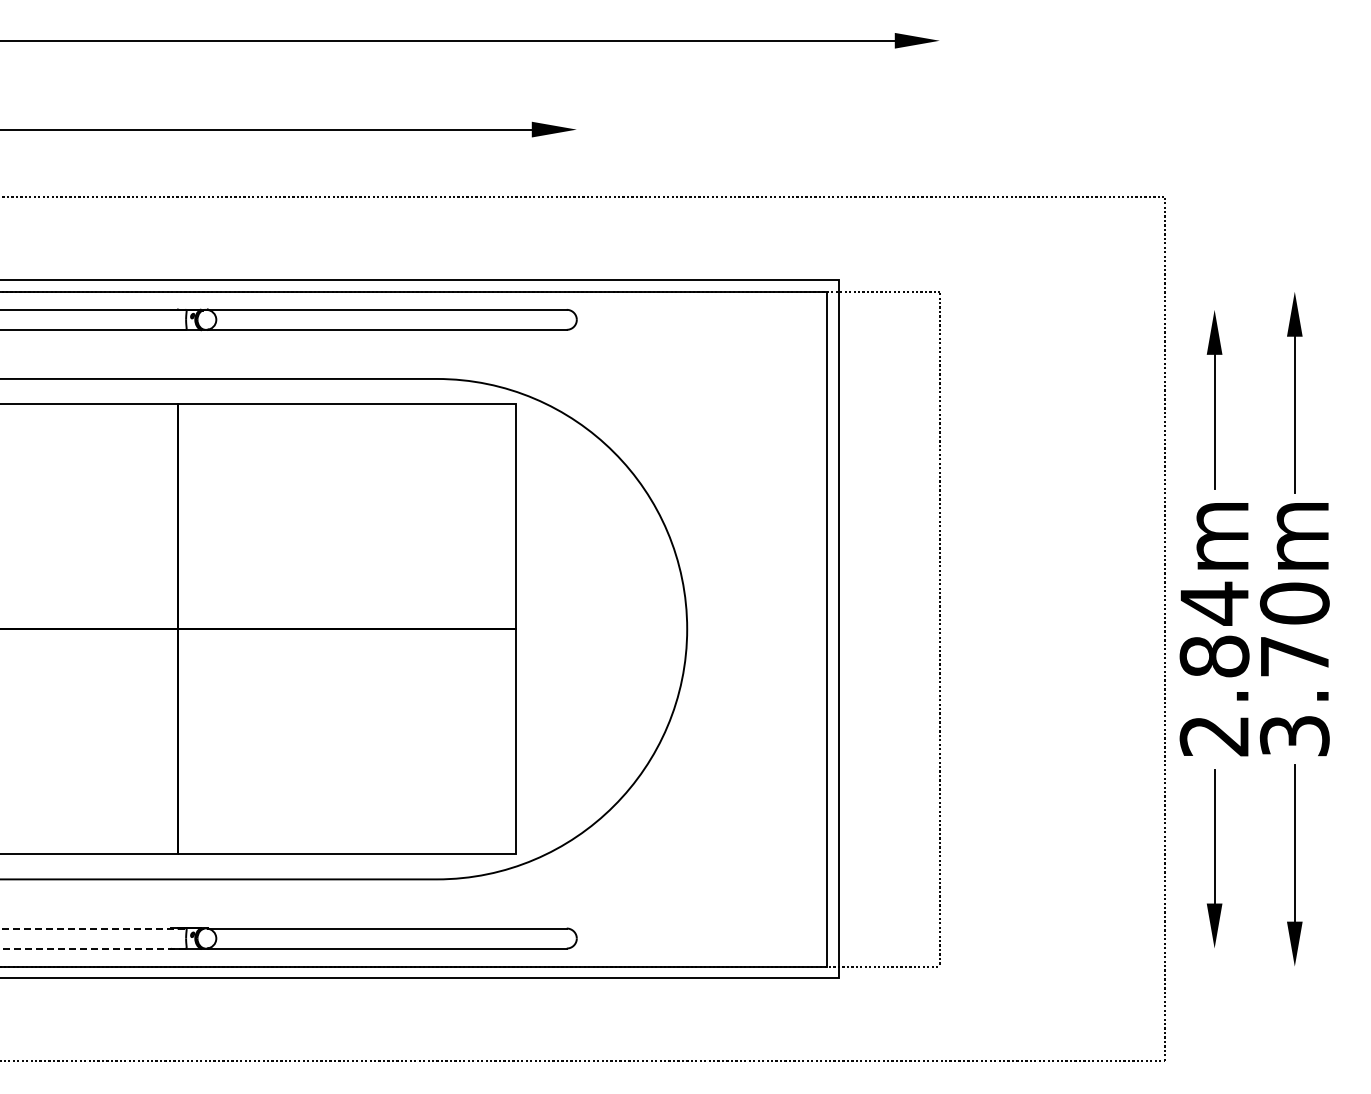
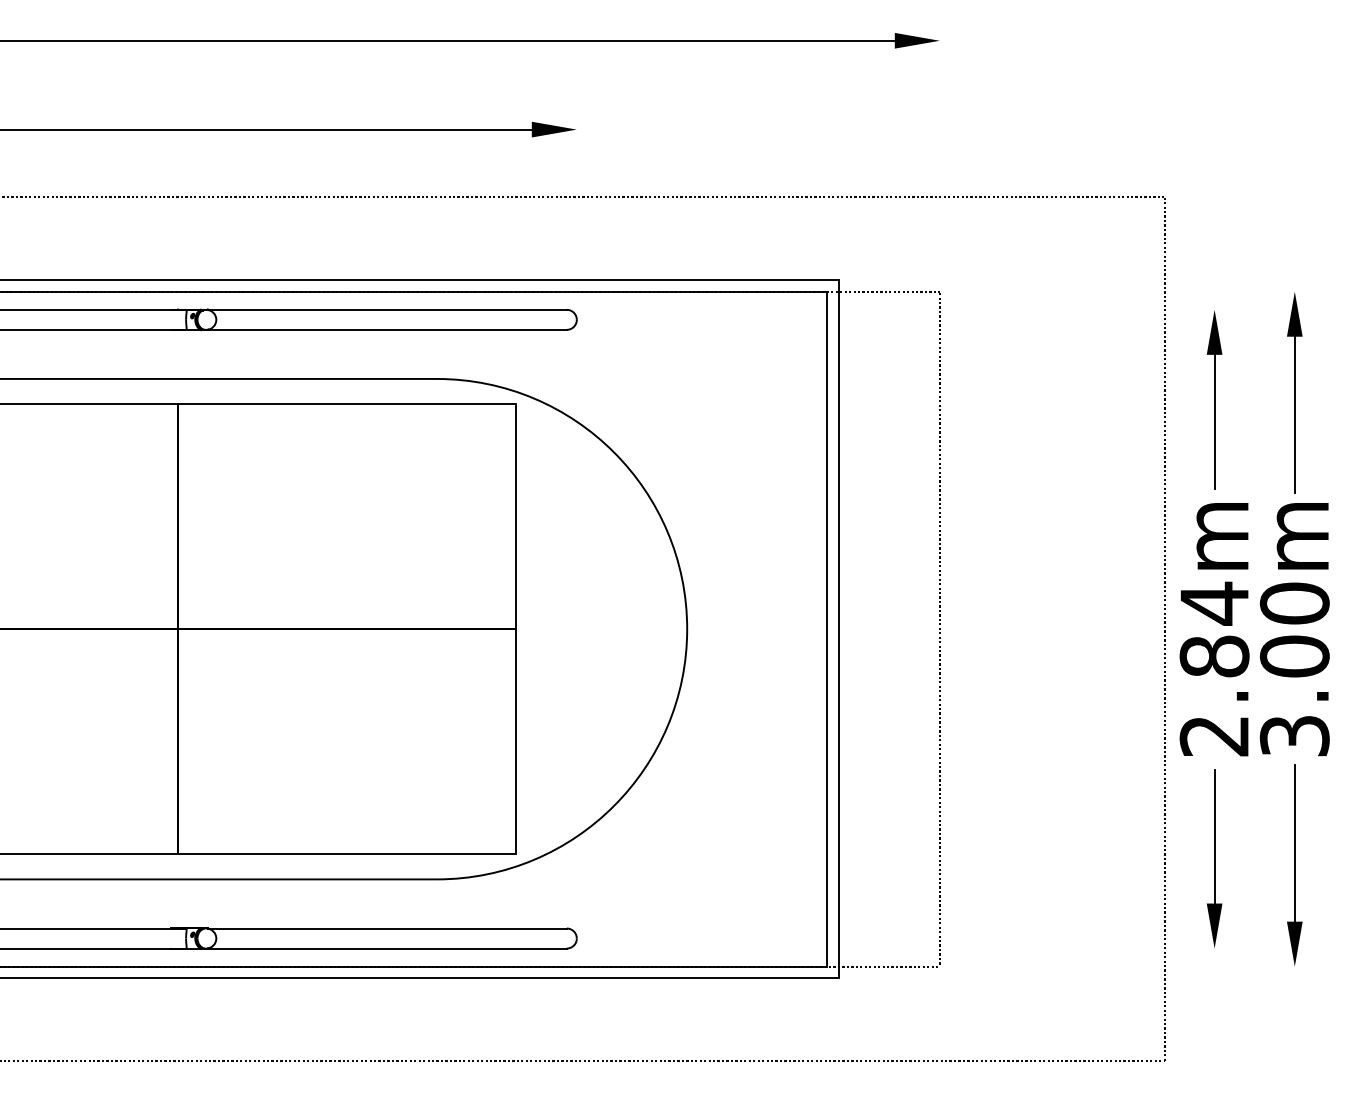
text at (1294, 656): 3.70m -> 3.00m
line at (93, 928): dashed -> solid
line at (92, 948): dashed -> solid
